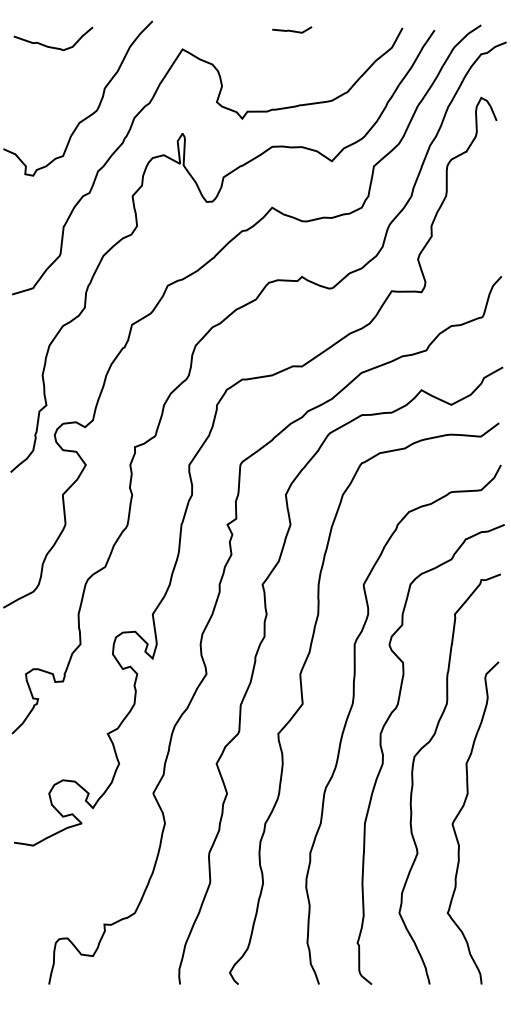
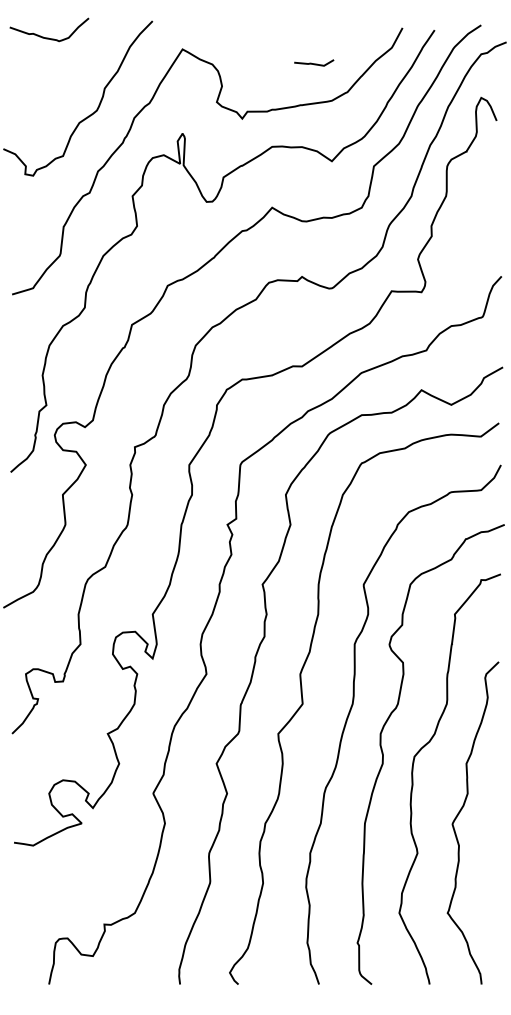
line at (292, 30) position: (292, 30) -> (314, 63)
curve at (52, 46) position: (52, 46) -> (48, 37)
